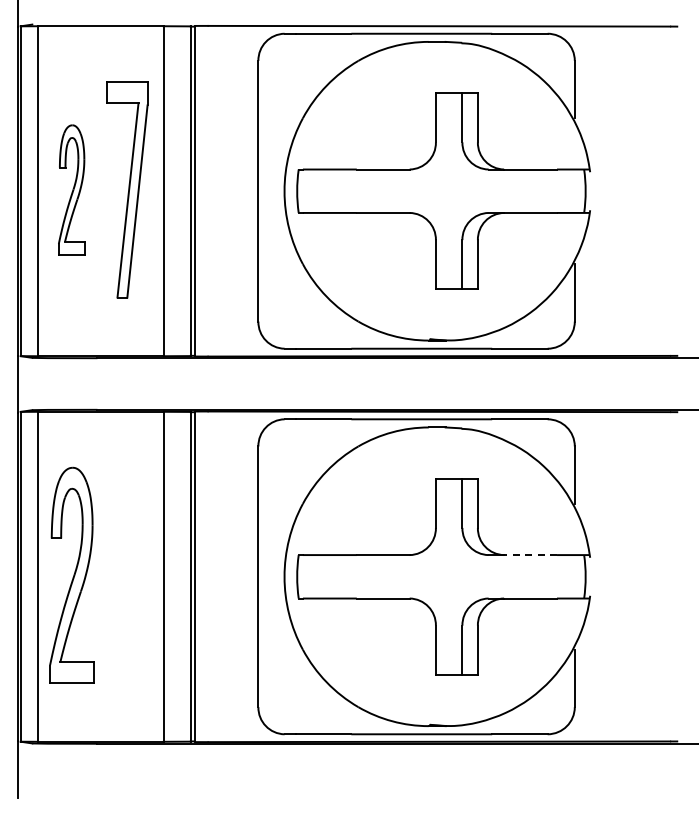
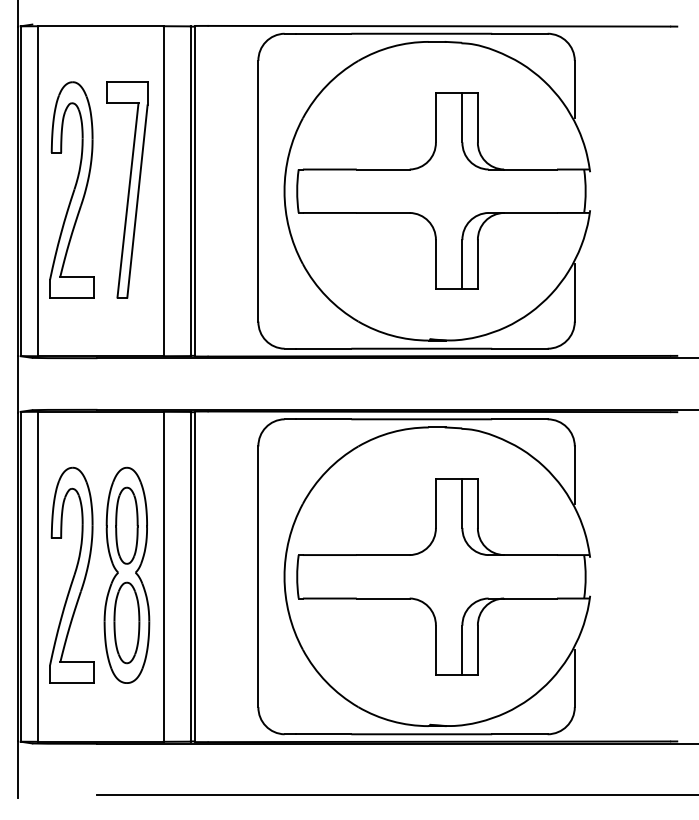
part at (71, 189) size: 28x132 px -> 46x218 px
line at (530, 555): dashed -> solid
part at (126, 574): none -> present
line at (396, 795): none -> present
